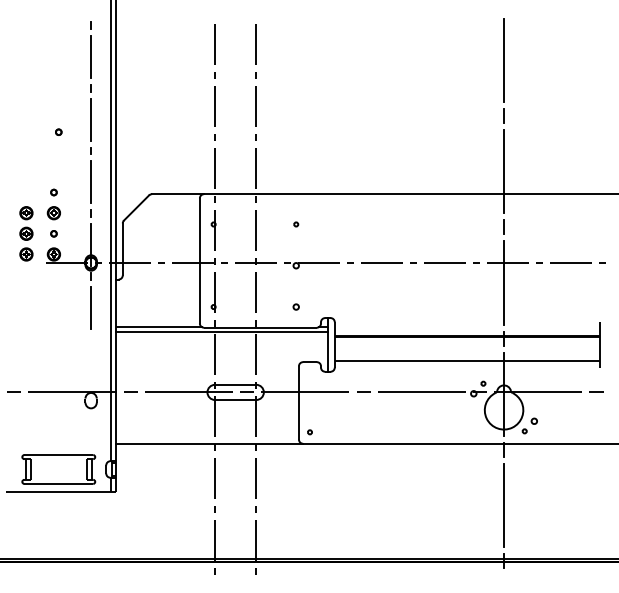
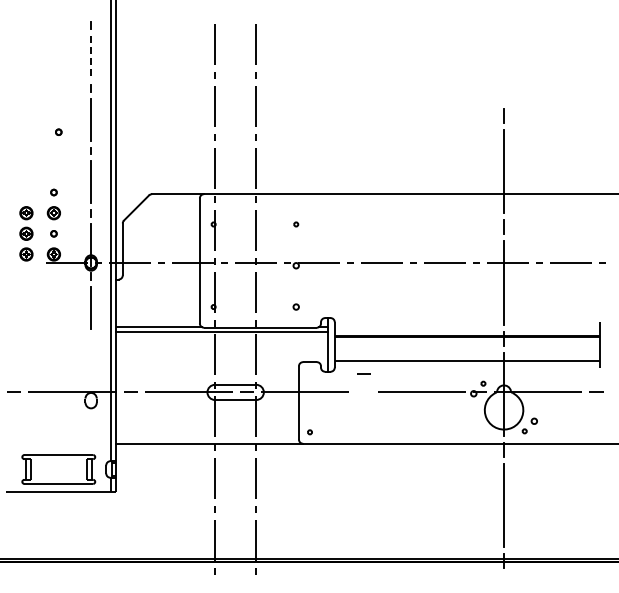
line at (91, 57): solid -> dashed
line at (504, 59): present -> none
line at (363, 391) position: (363, 391) -> (363, 373)
